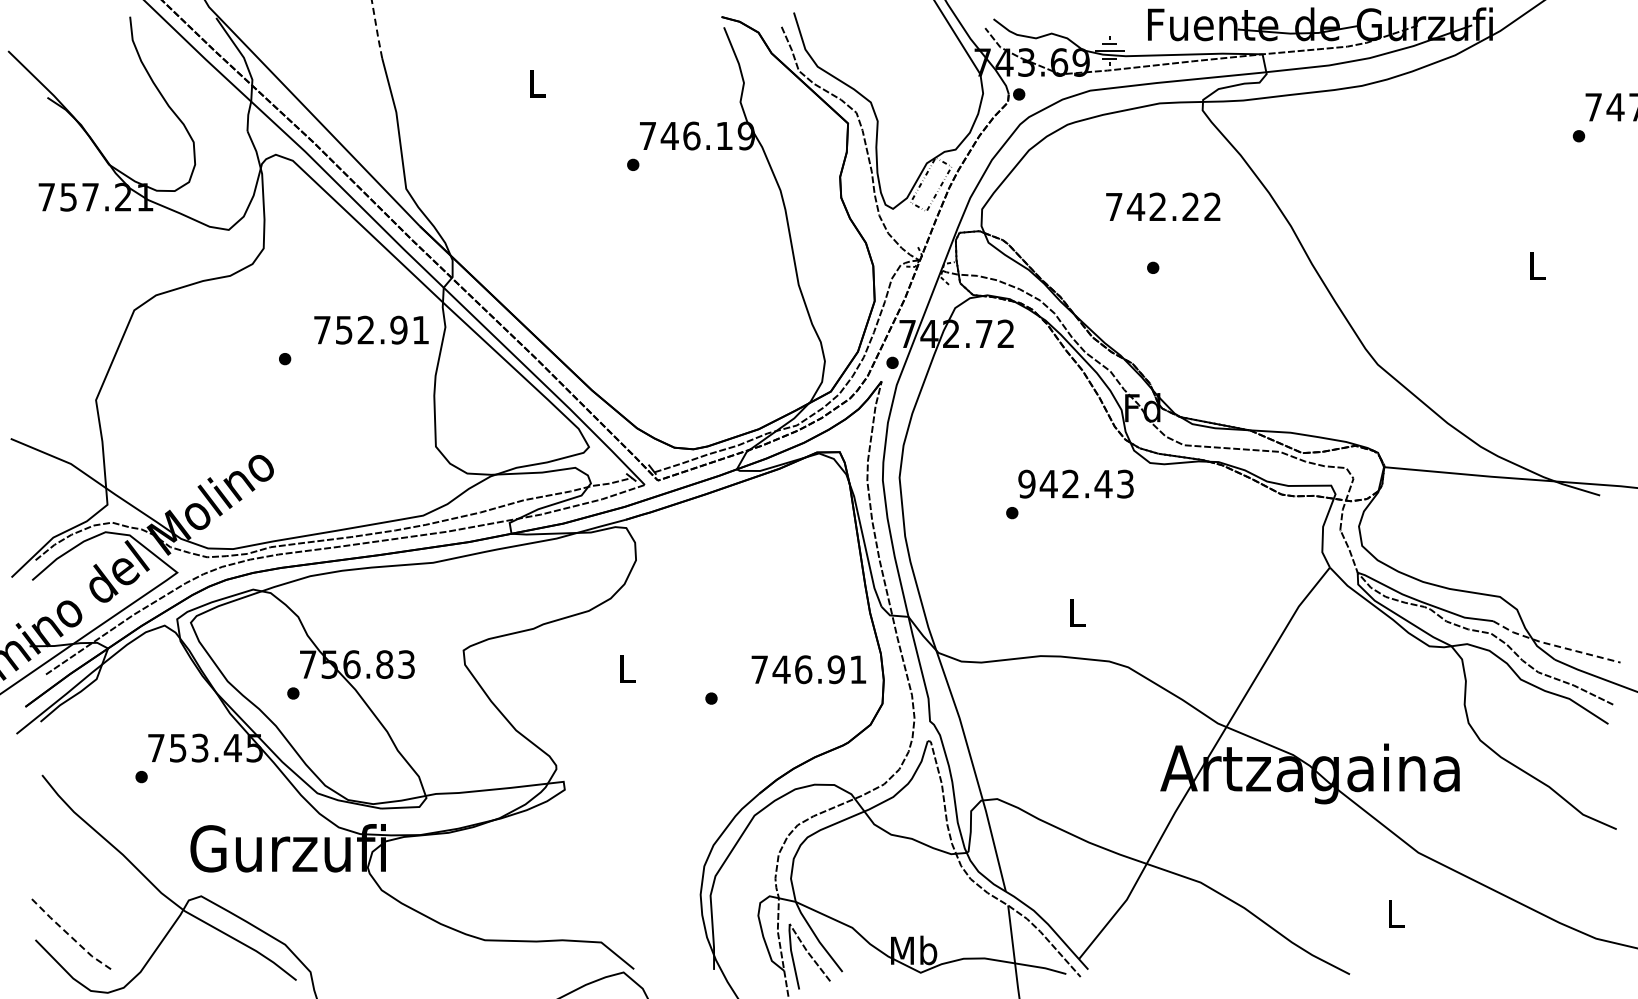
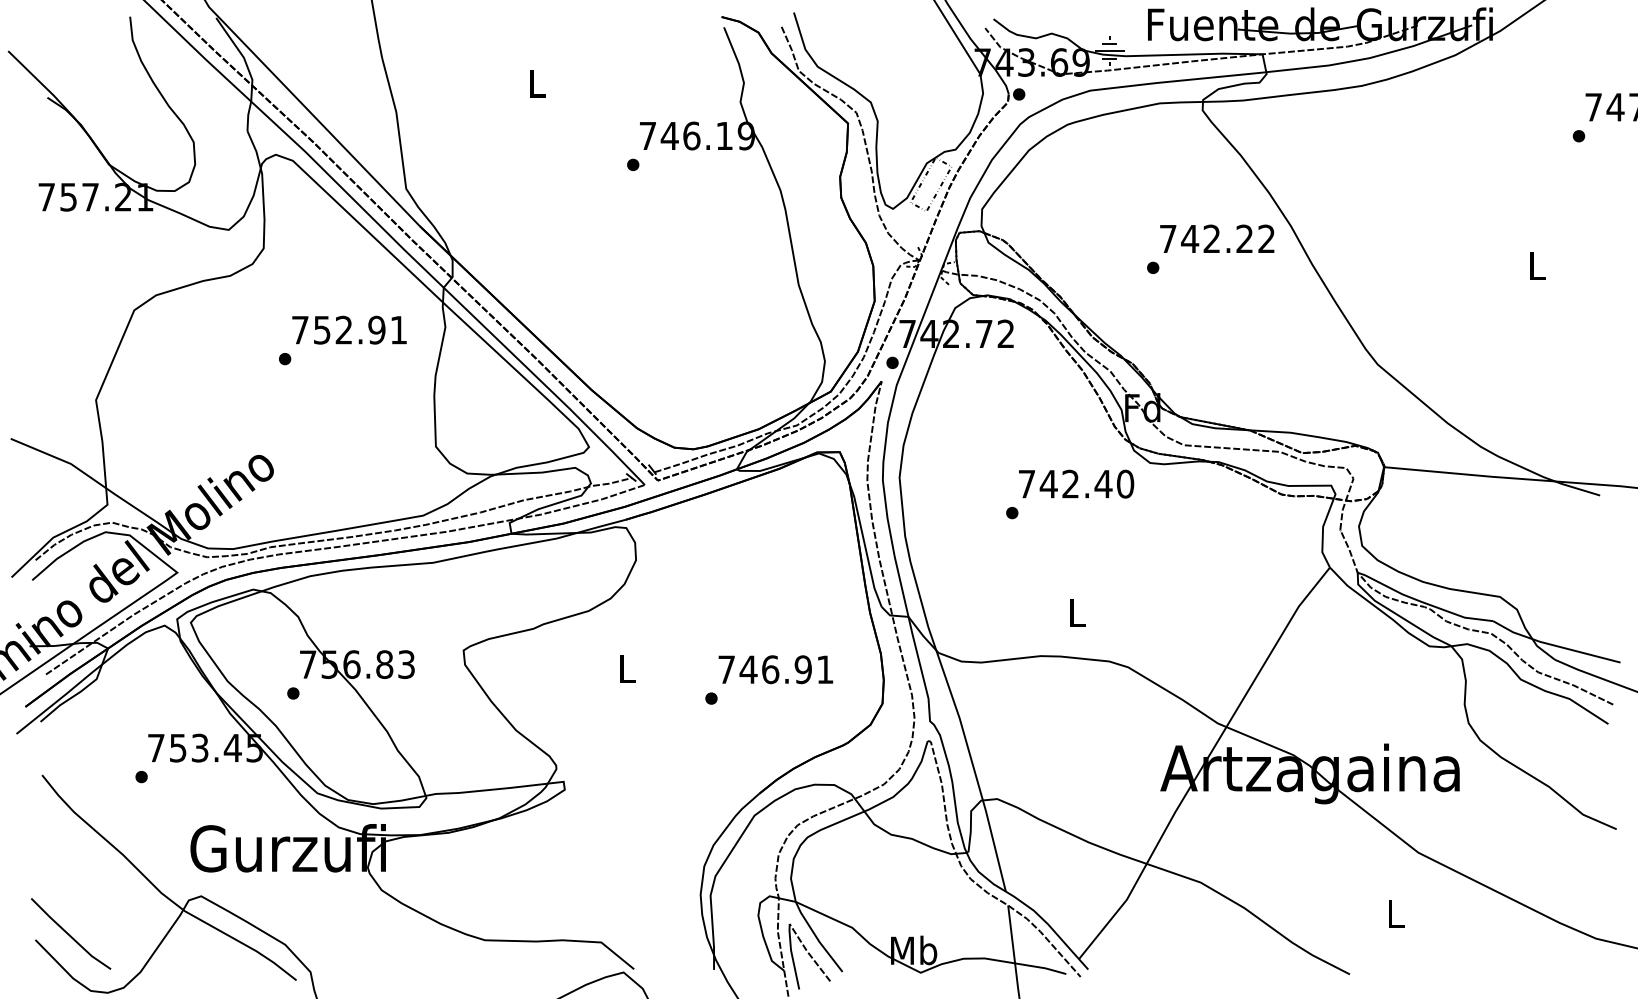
line at (376, 29): dashed -> solid
text at (1163, 206) position: (1163, 206) -> (1217, 238)
text at (371, 329) position: (371, 329) -> (349, 329)
text at (1076, 483): 942.43 -> 742.40
line at (1554, 645): dashed -> solid
text at (808, 669) position: (808, 669) -> (775, 669)
line at (69, 935): dashed -> solid
